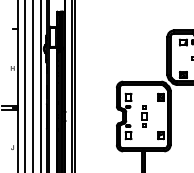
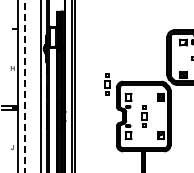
part at (107, 84): none -> present
line at (33, 85): present -> none
line at (25, 86): solid -> dashed
